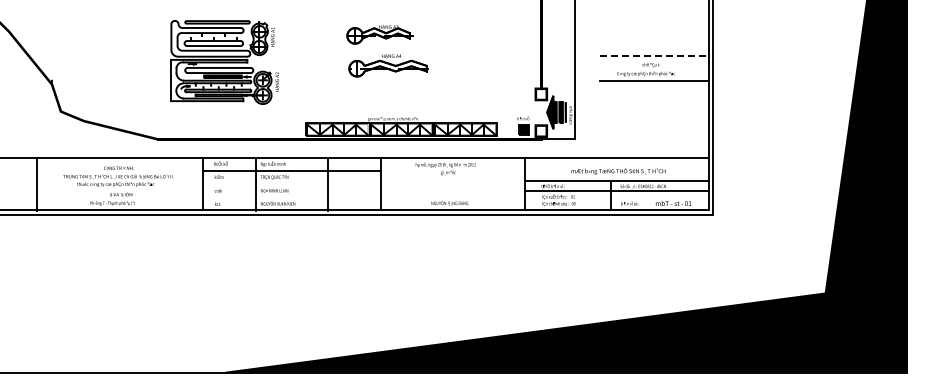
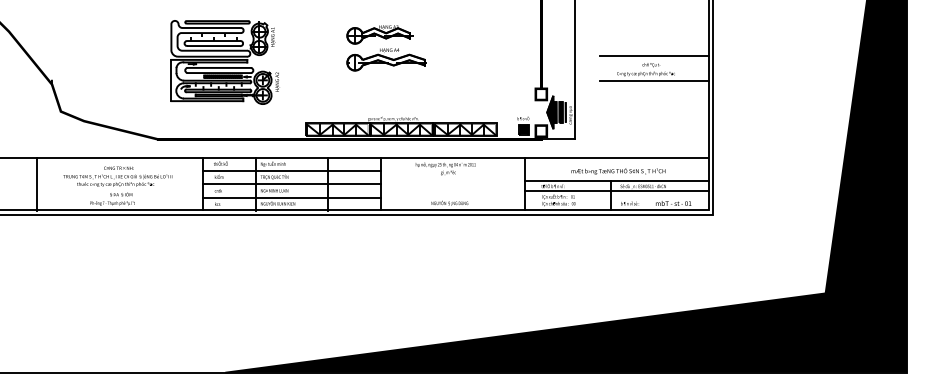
line at (654, 55): dashed -> solid
part at (388, 65) position: (388, 65) -> (386, 59)
line at (292, 184): none -> present
line at (292, 197): none -> present
